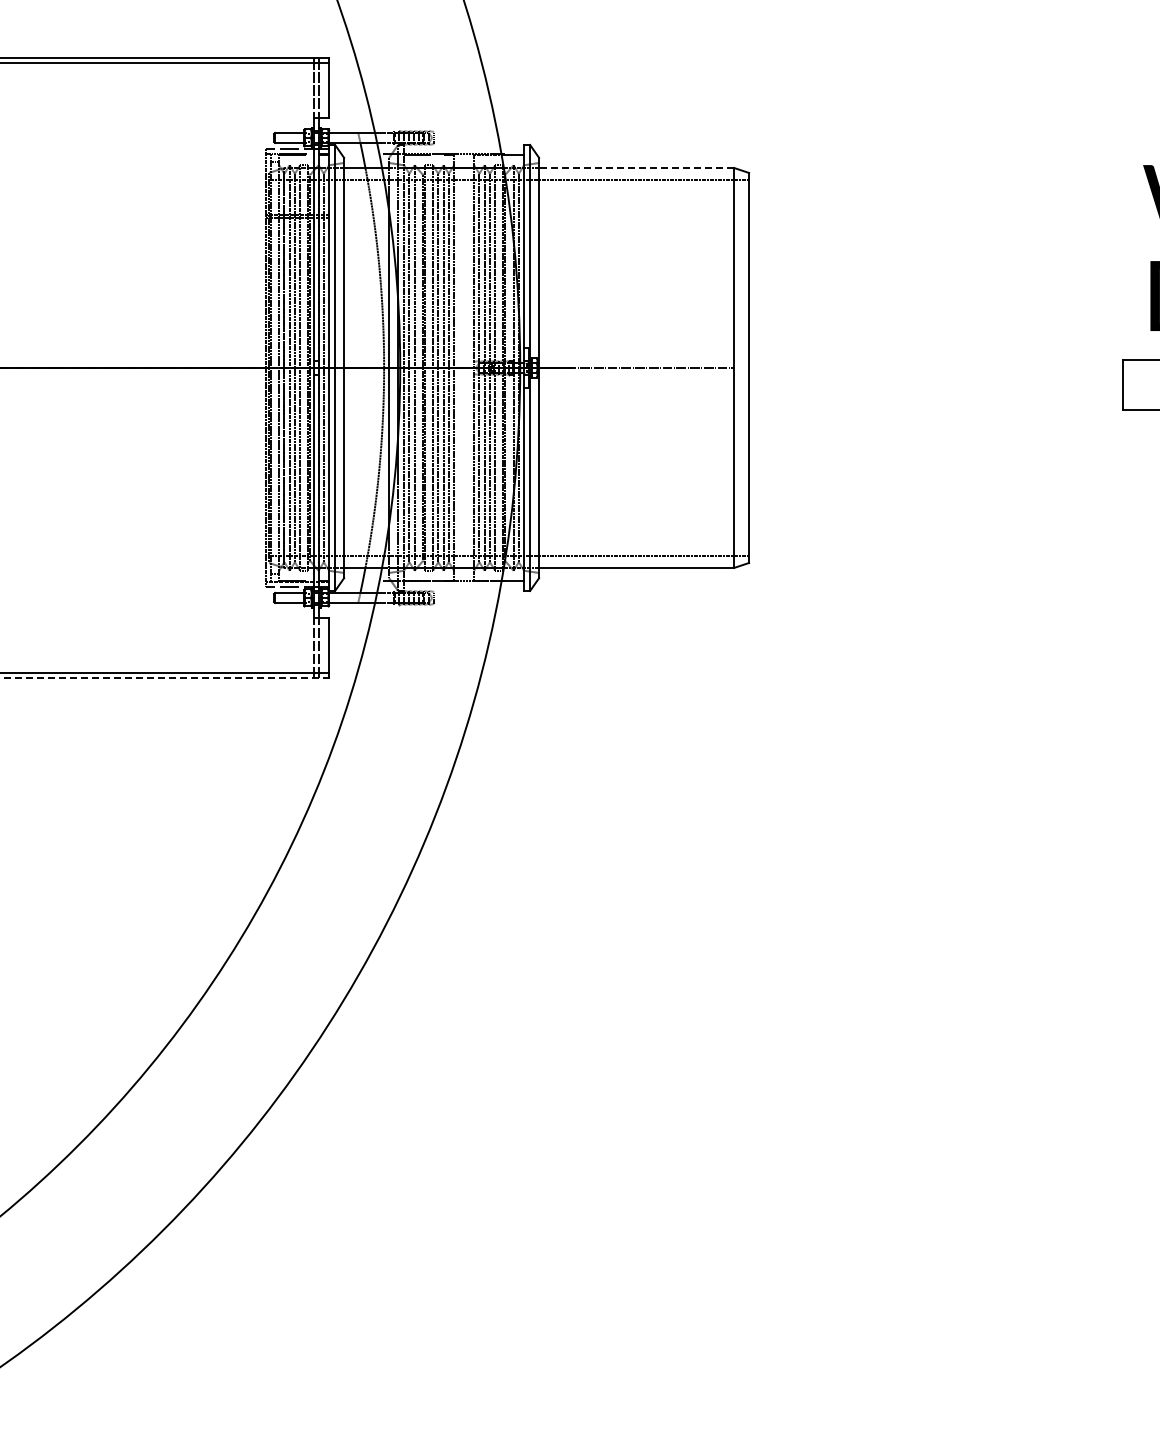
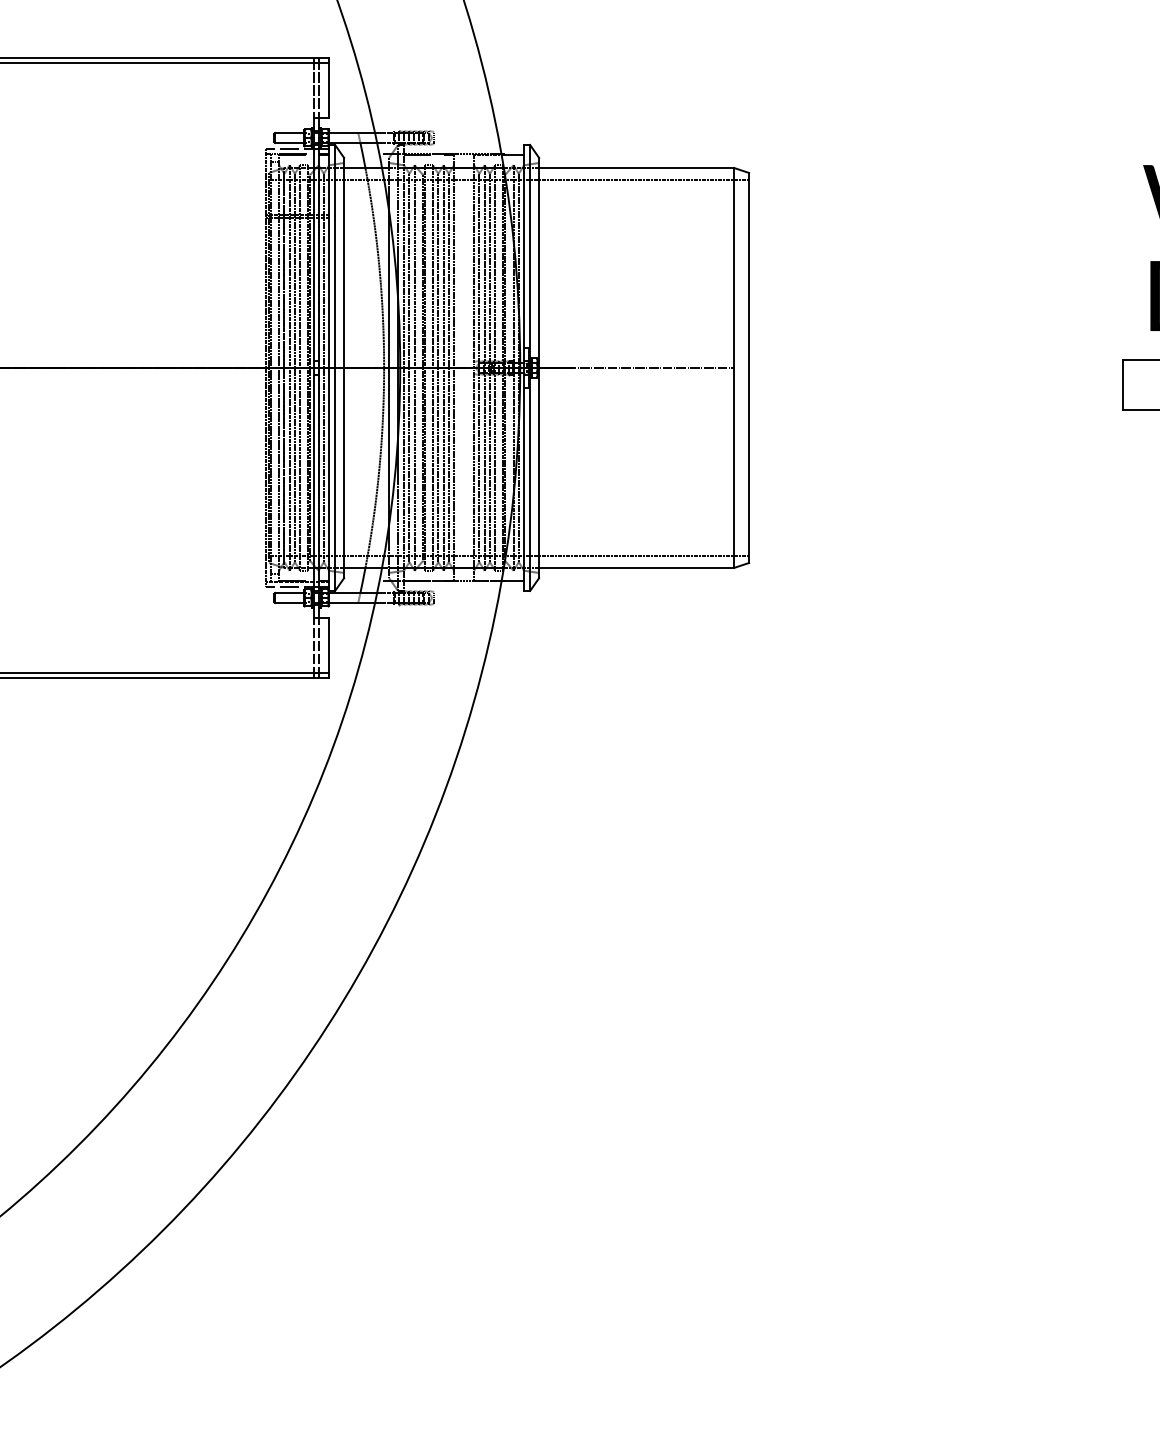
line at (636, 167): dashed -> solid
line at (165, 677): dashed -> solid
